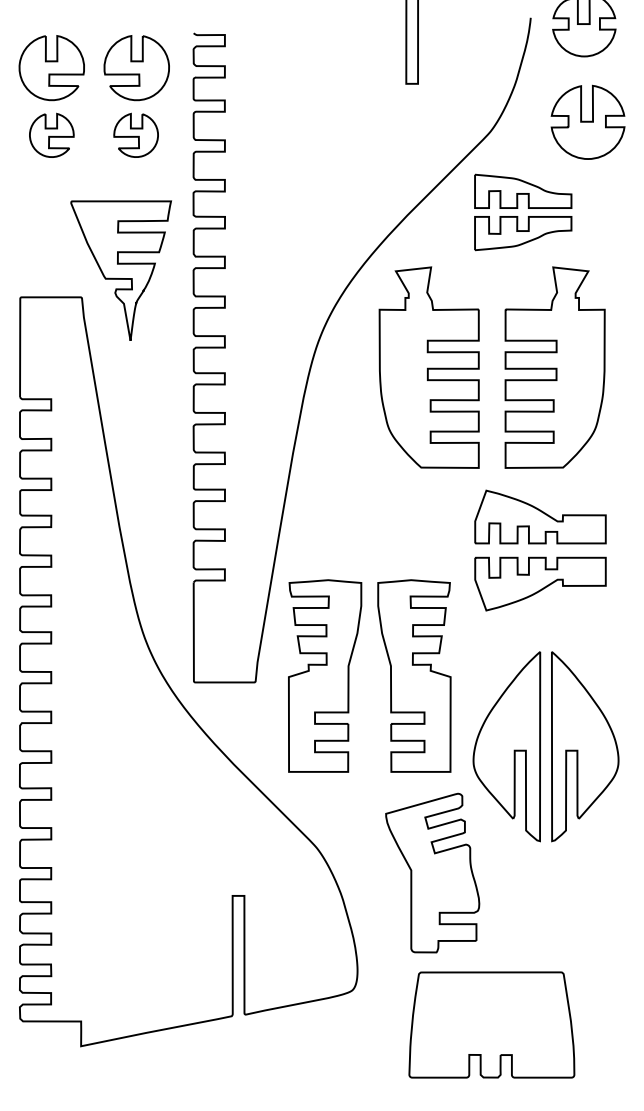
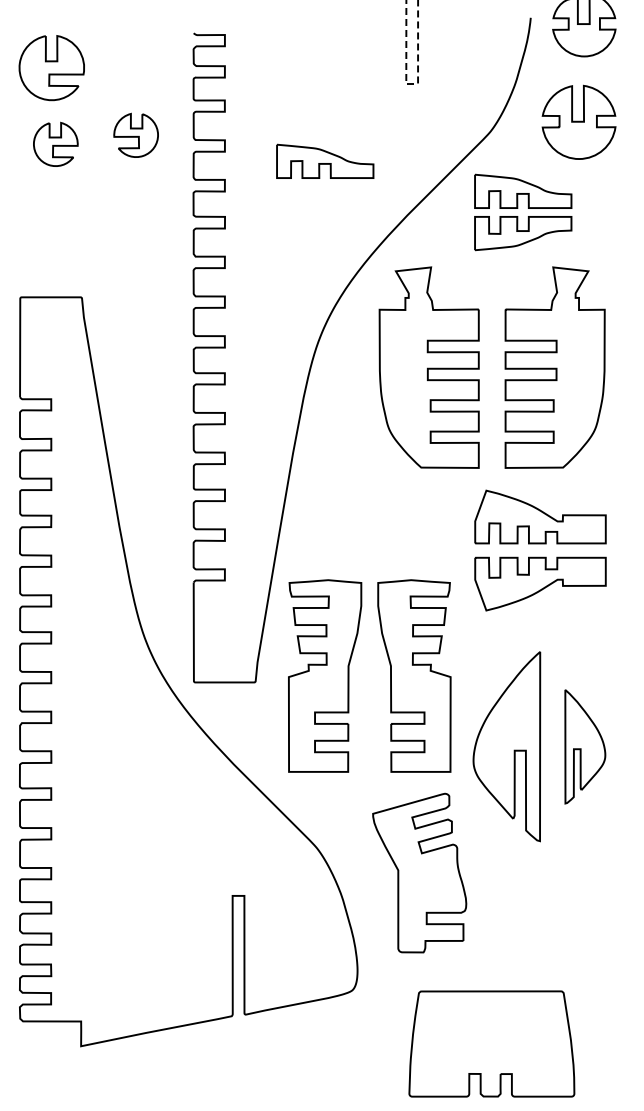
part at (136, 68): present -> none
line at (412, 83): solid -> dashed
part at (587, 121) position: (587, 121) -> (578, 121)
part at (51, 134) position: (51, 134) -> (55, 143)
part at (325, 160): none -> present
part at (120, 270): present -> none
part at (585, 746) size: 69x192 px -> 43x116 px
part at (432, 872) position: (432, 872) -> (419, 872)
part at (491, 1024) position: (491, 1024) -> (491, 1043)
